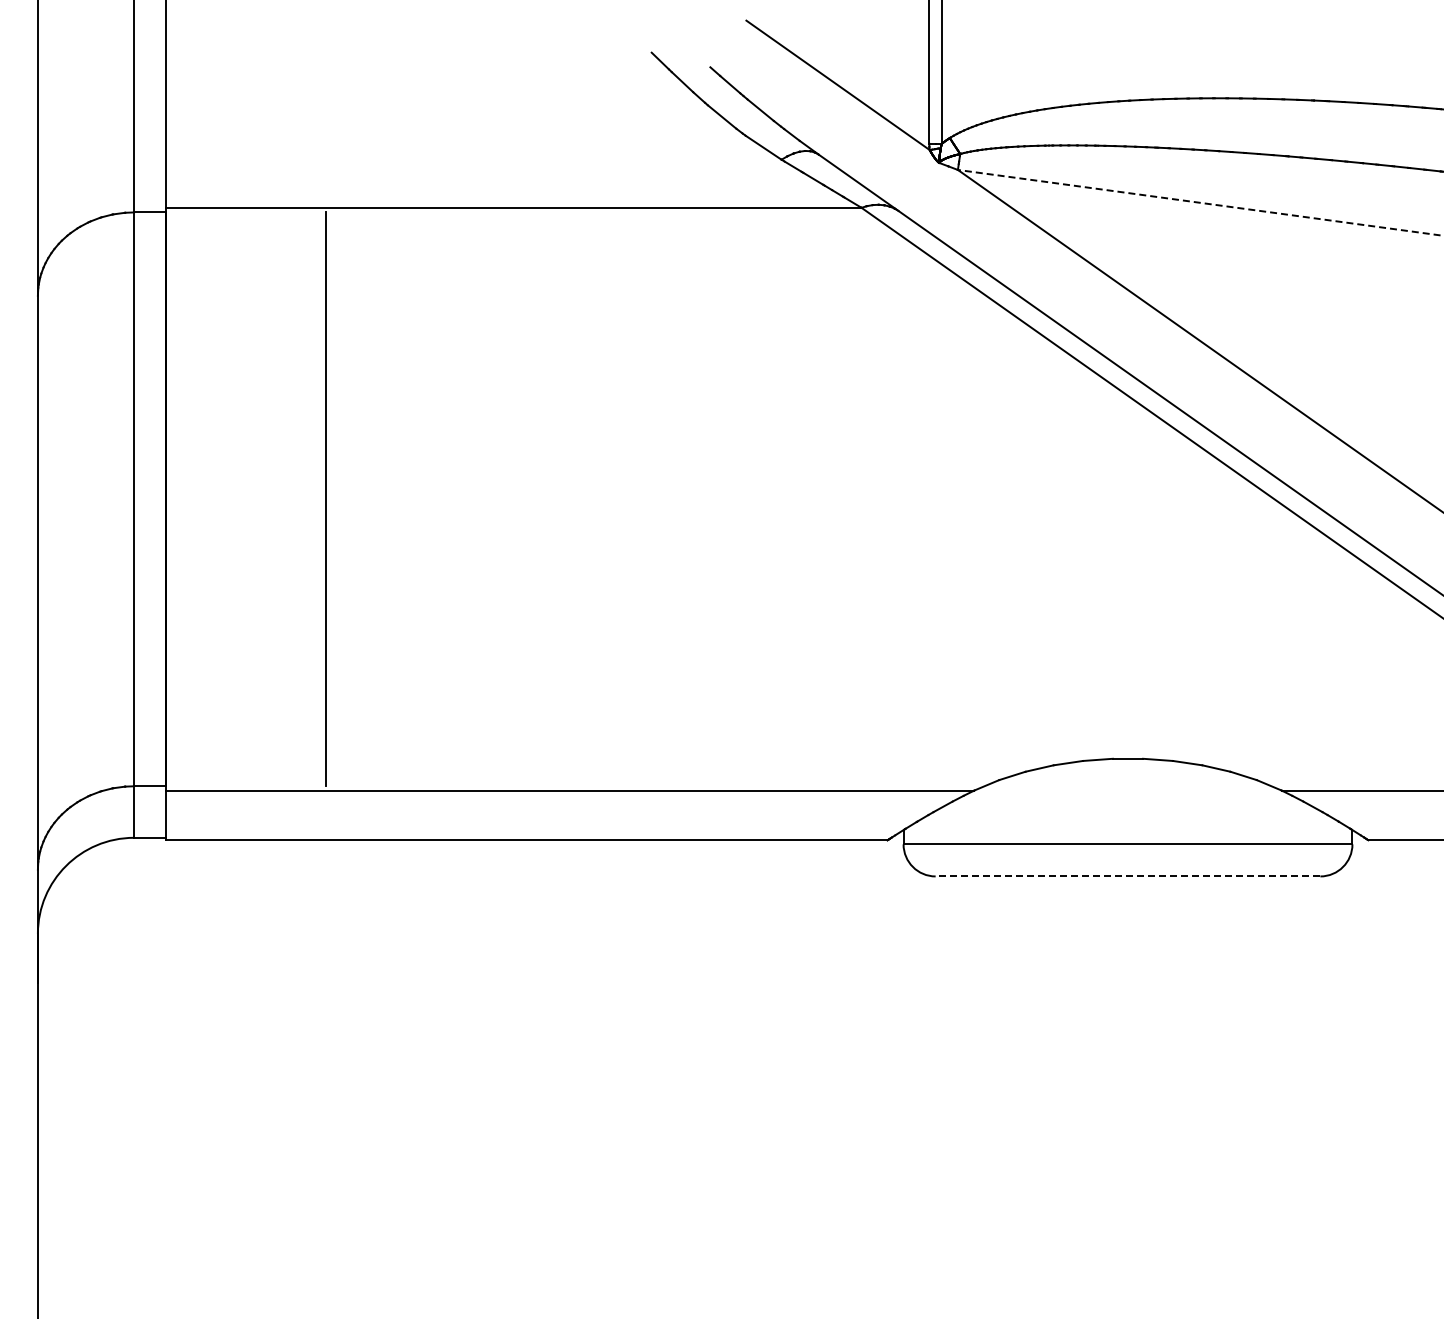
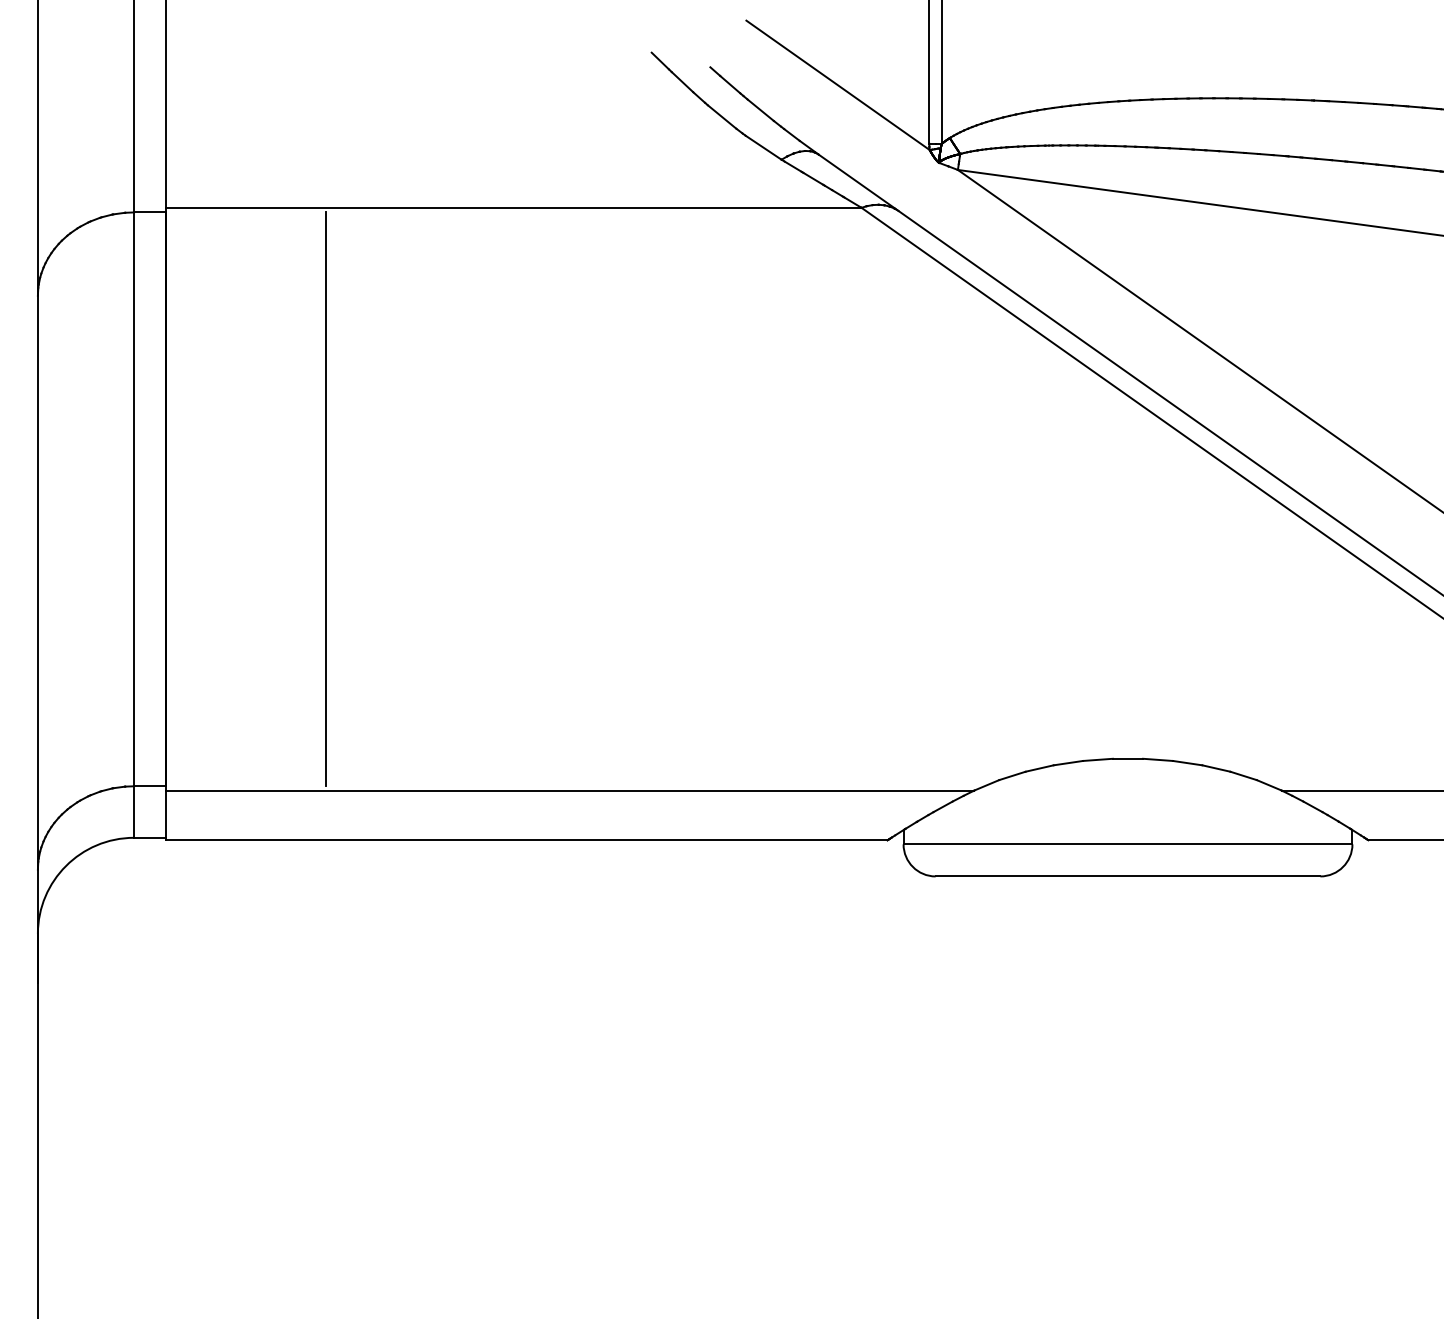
line at (1200, 202): dashed -> solid
line at (1127, 876): dashed -> solid
